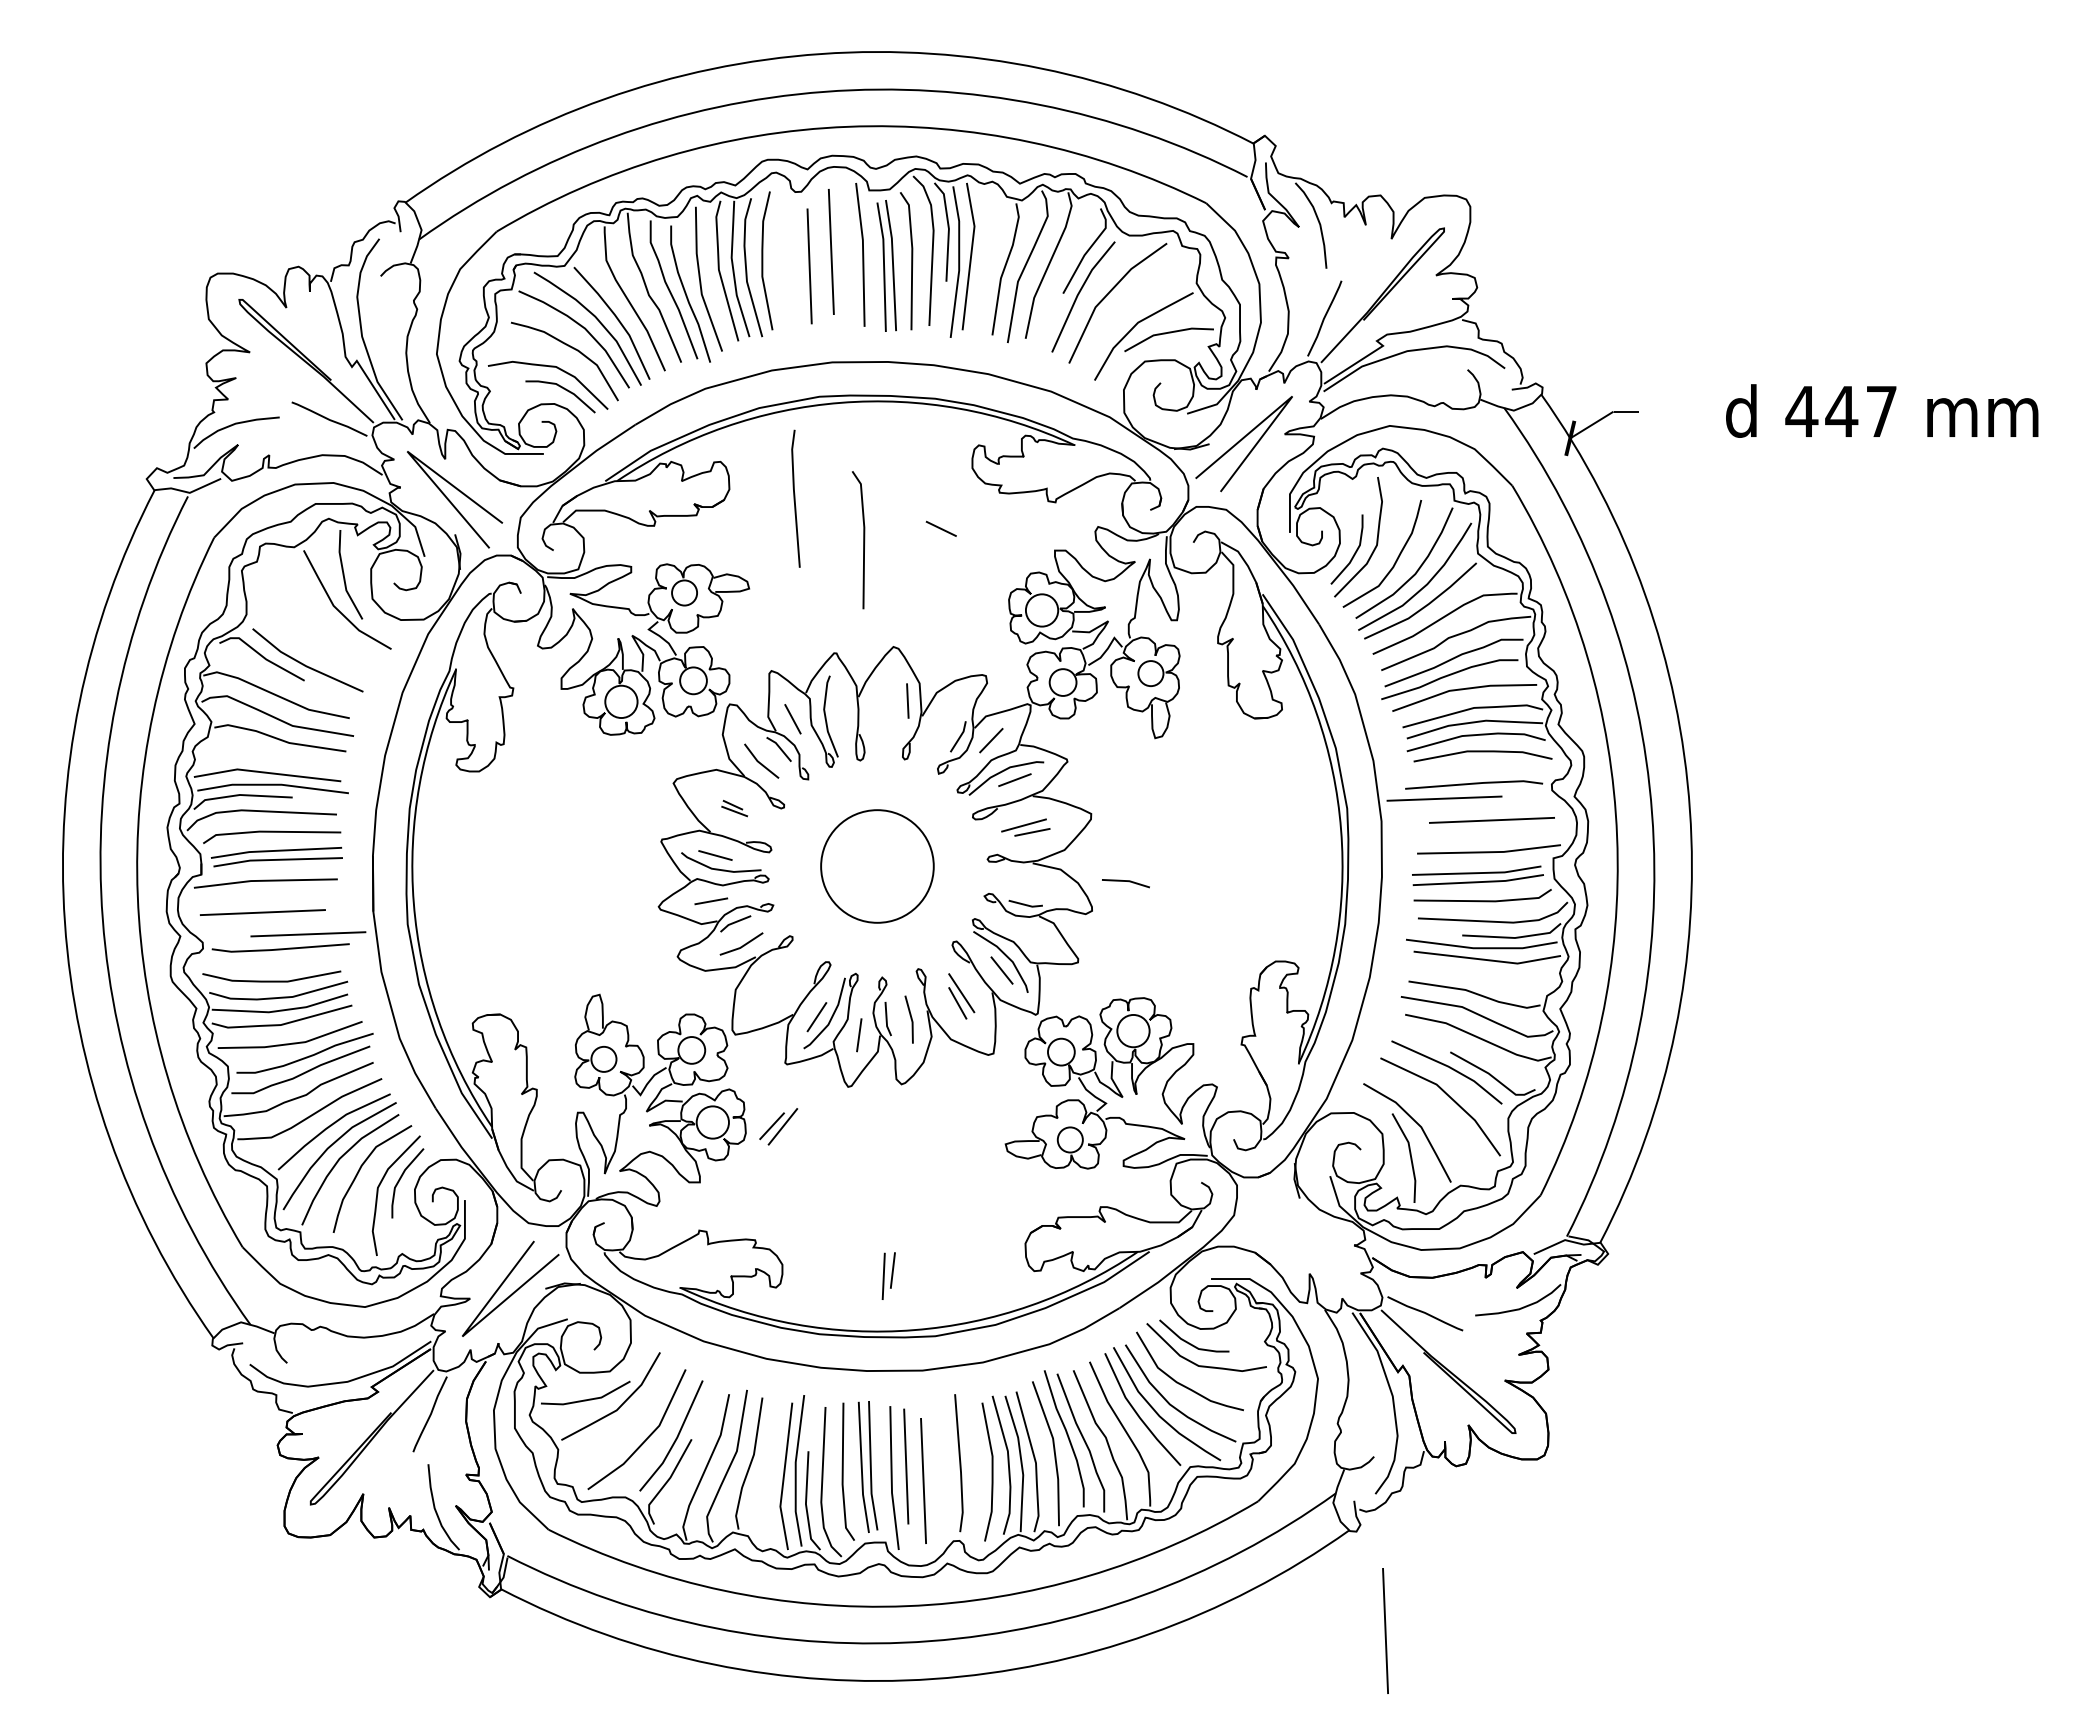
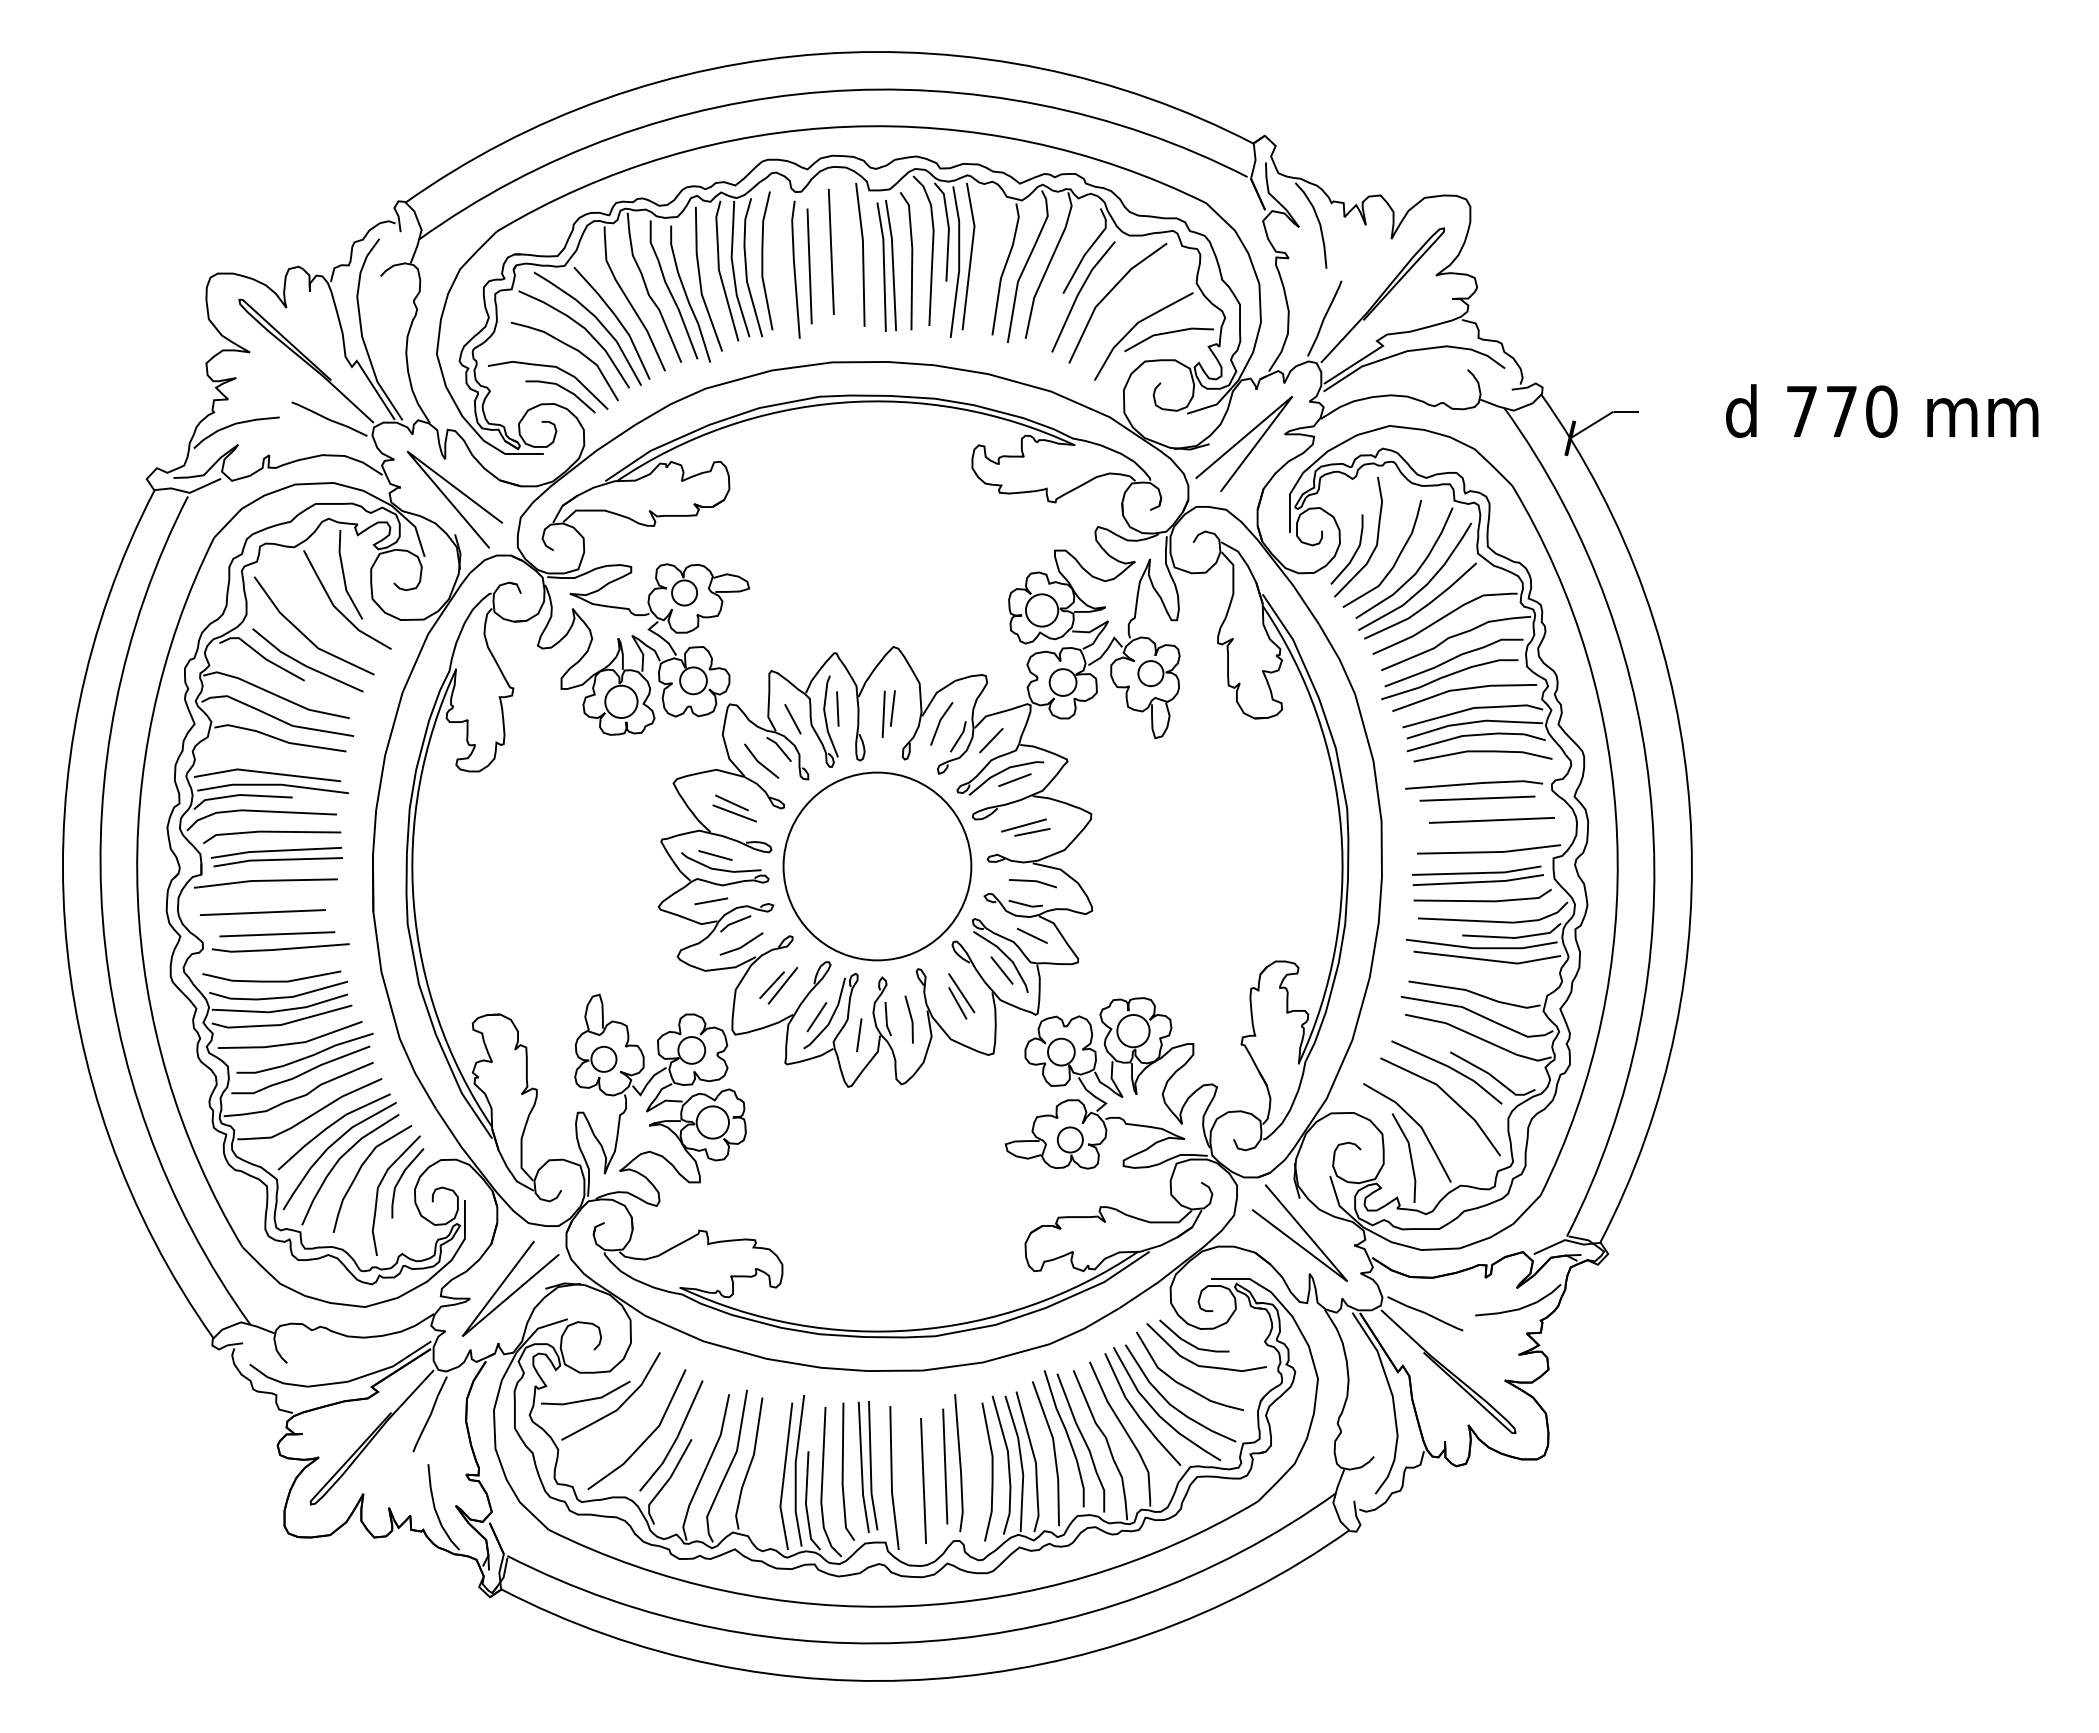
text at (1841, 411): 447 -> 770
line at (795, 498) position: (795, 498) -> (795, 269)
line at (940, 528) position: (940, 528) -> (1031, 935)
line at (863, 540): present -> none
line at (304, 634): none -> present
line at (907, 700) position: (907, 700) -> (837, 708)
line at (940, 723): none -> present
line at (1444, 798) position: (1444, 798) -> (1477, 798)
part at (734, 808) size: 27x18 px -> 45x29 px
circle at (877, 866) diameter: 113 px -> 188 px
line at (1125, 881) position: (1125, 881) -> (1032, 881)
line at (308, 934) position: (308, 934) -> (277, 934)
part at (778, 1126) position: (778, 1126) -> (778, 985)
line at (1302, 1230): none -> present
part at (888, 1275) position: (888, 1275) -> (888, 713)
line at (906, 1466) position: (906, 1466) -> (945, 1466)
line at (1385, 1630): present -> none
